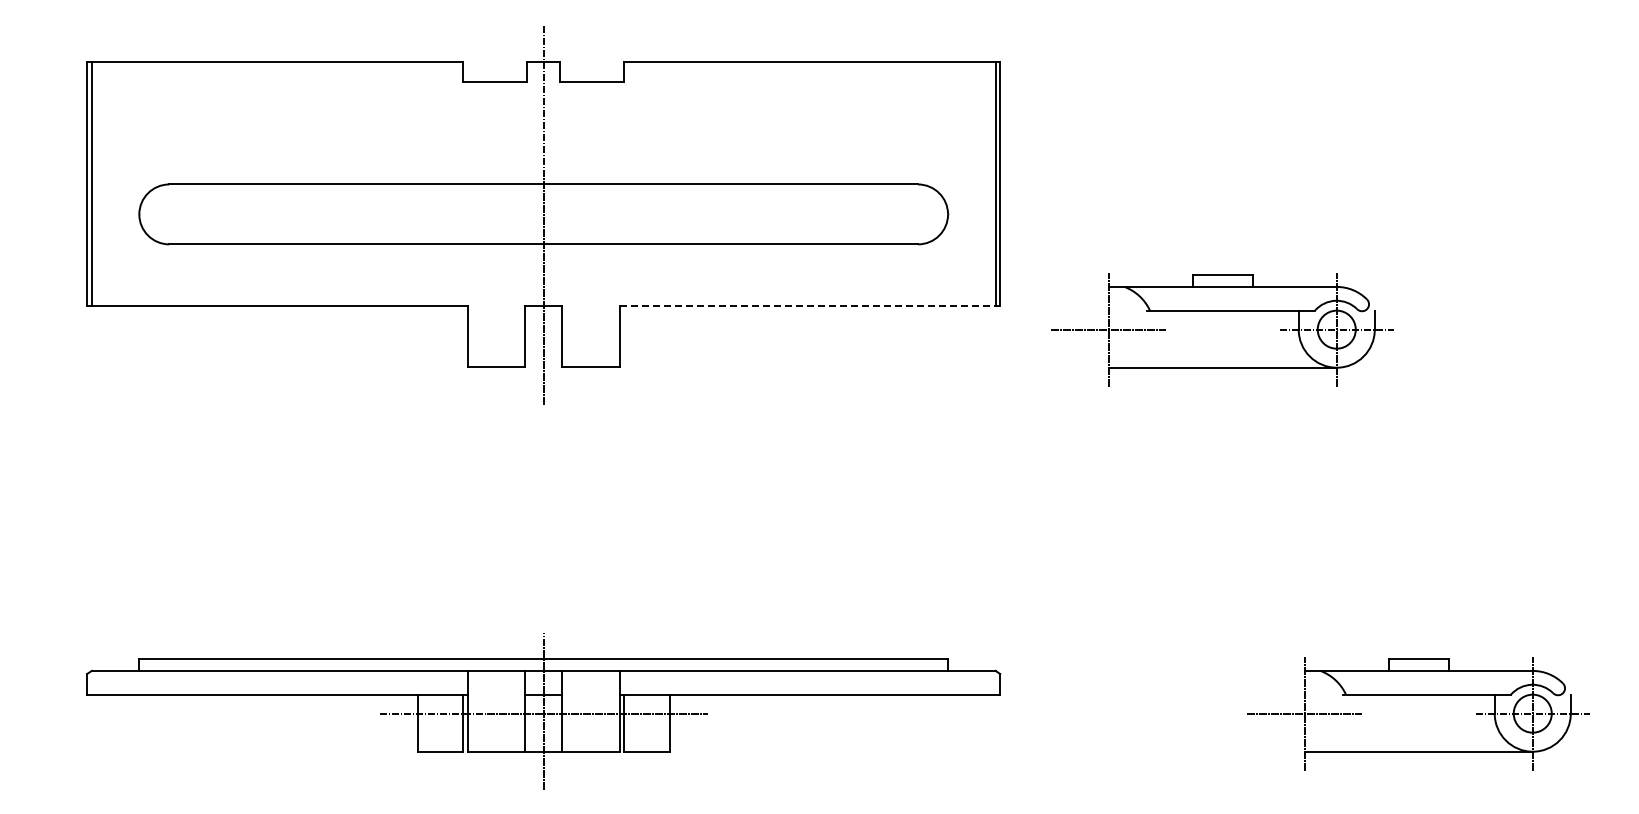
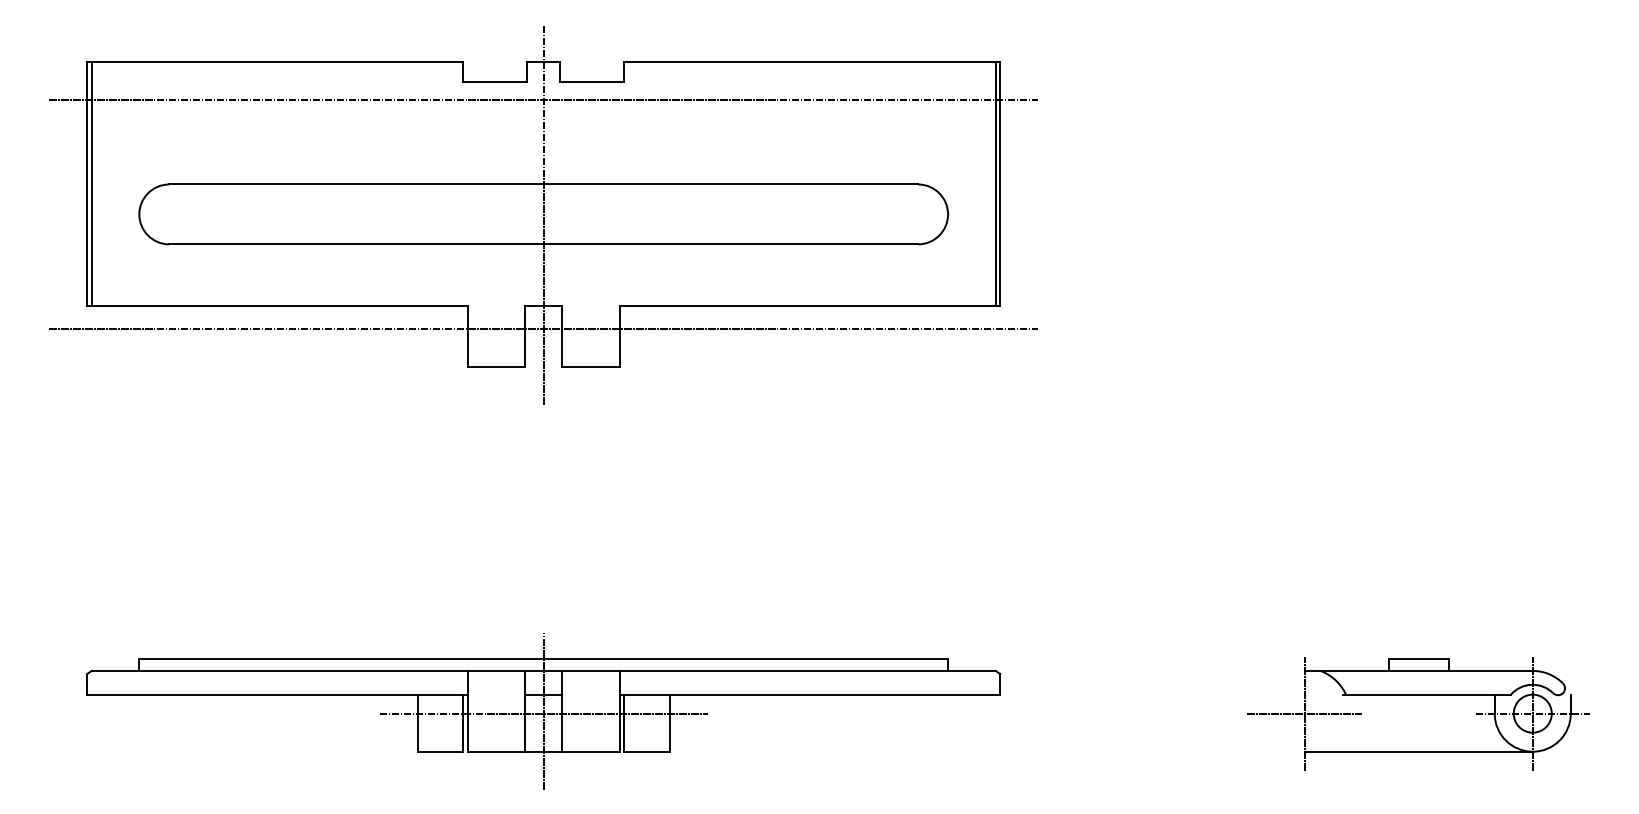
line at (543, 100): none -> present
line at (810, 305): dashed -> solid
part at (1222, 311): present -> none
line at (543, 328): none -> present
